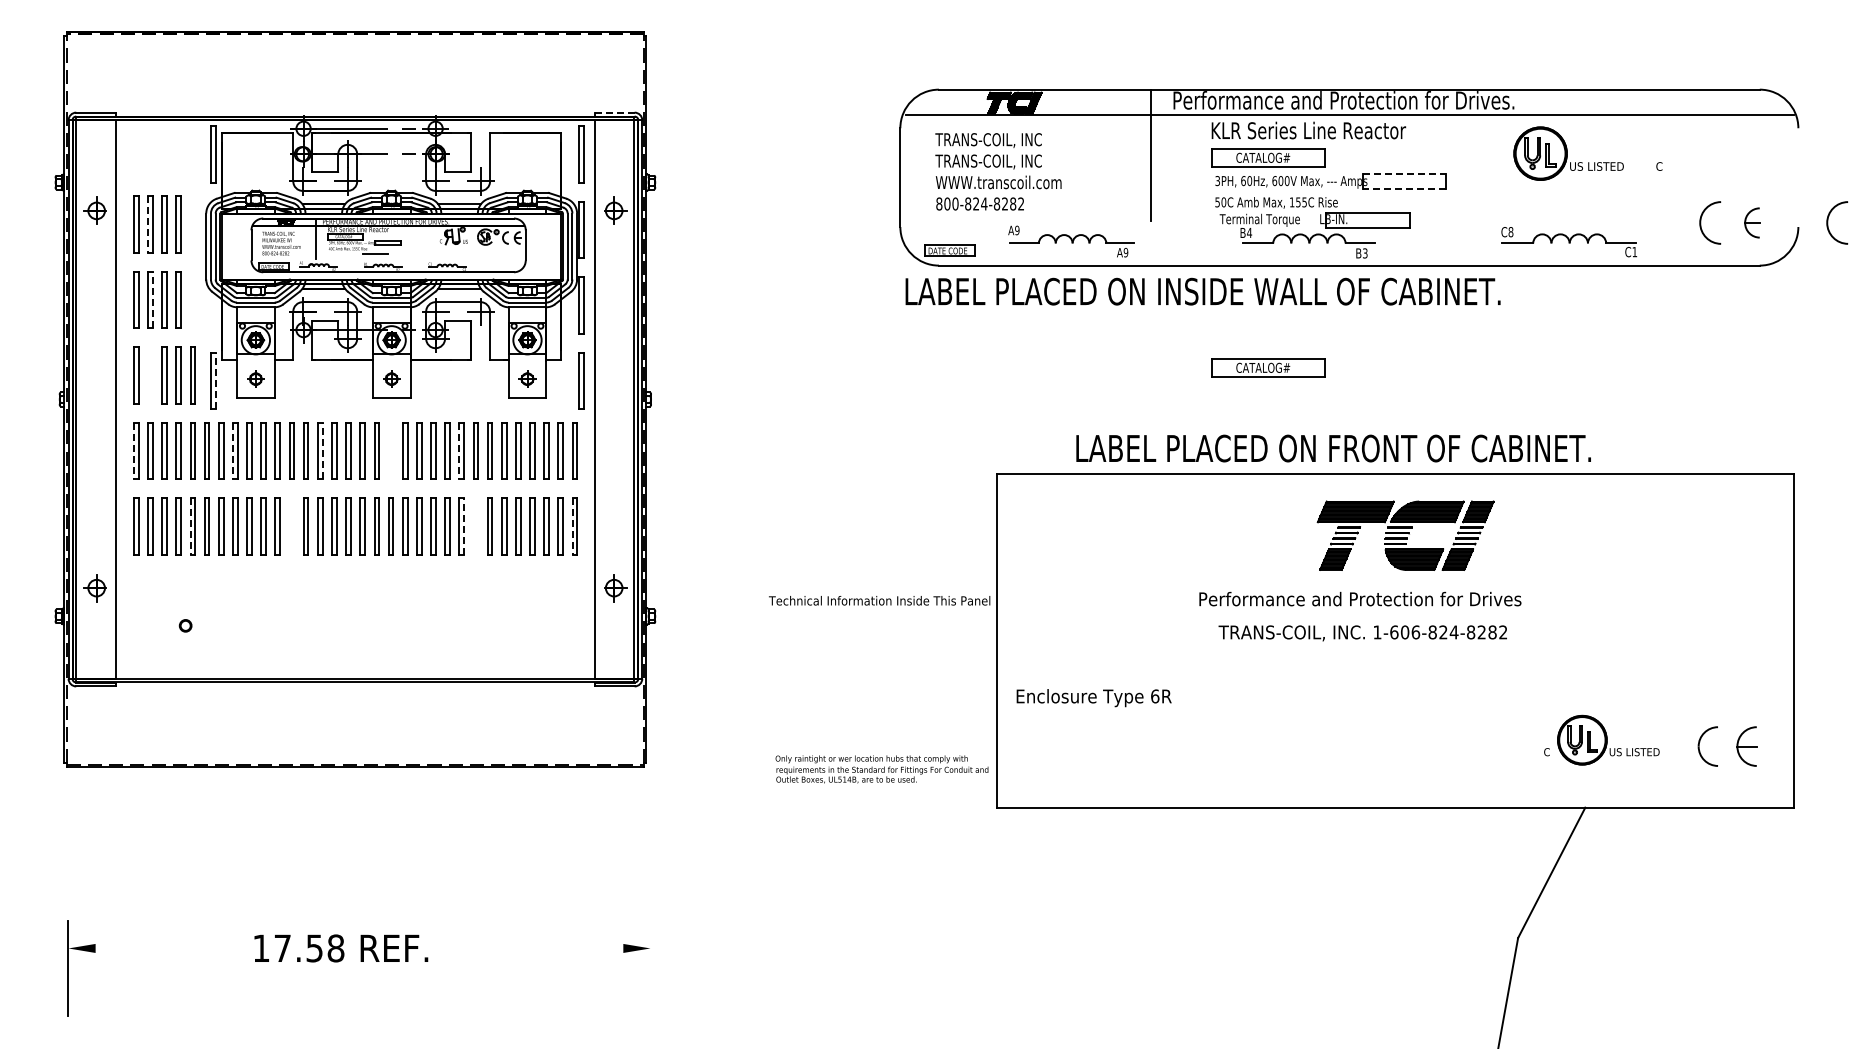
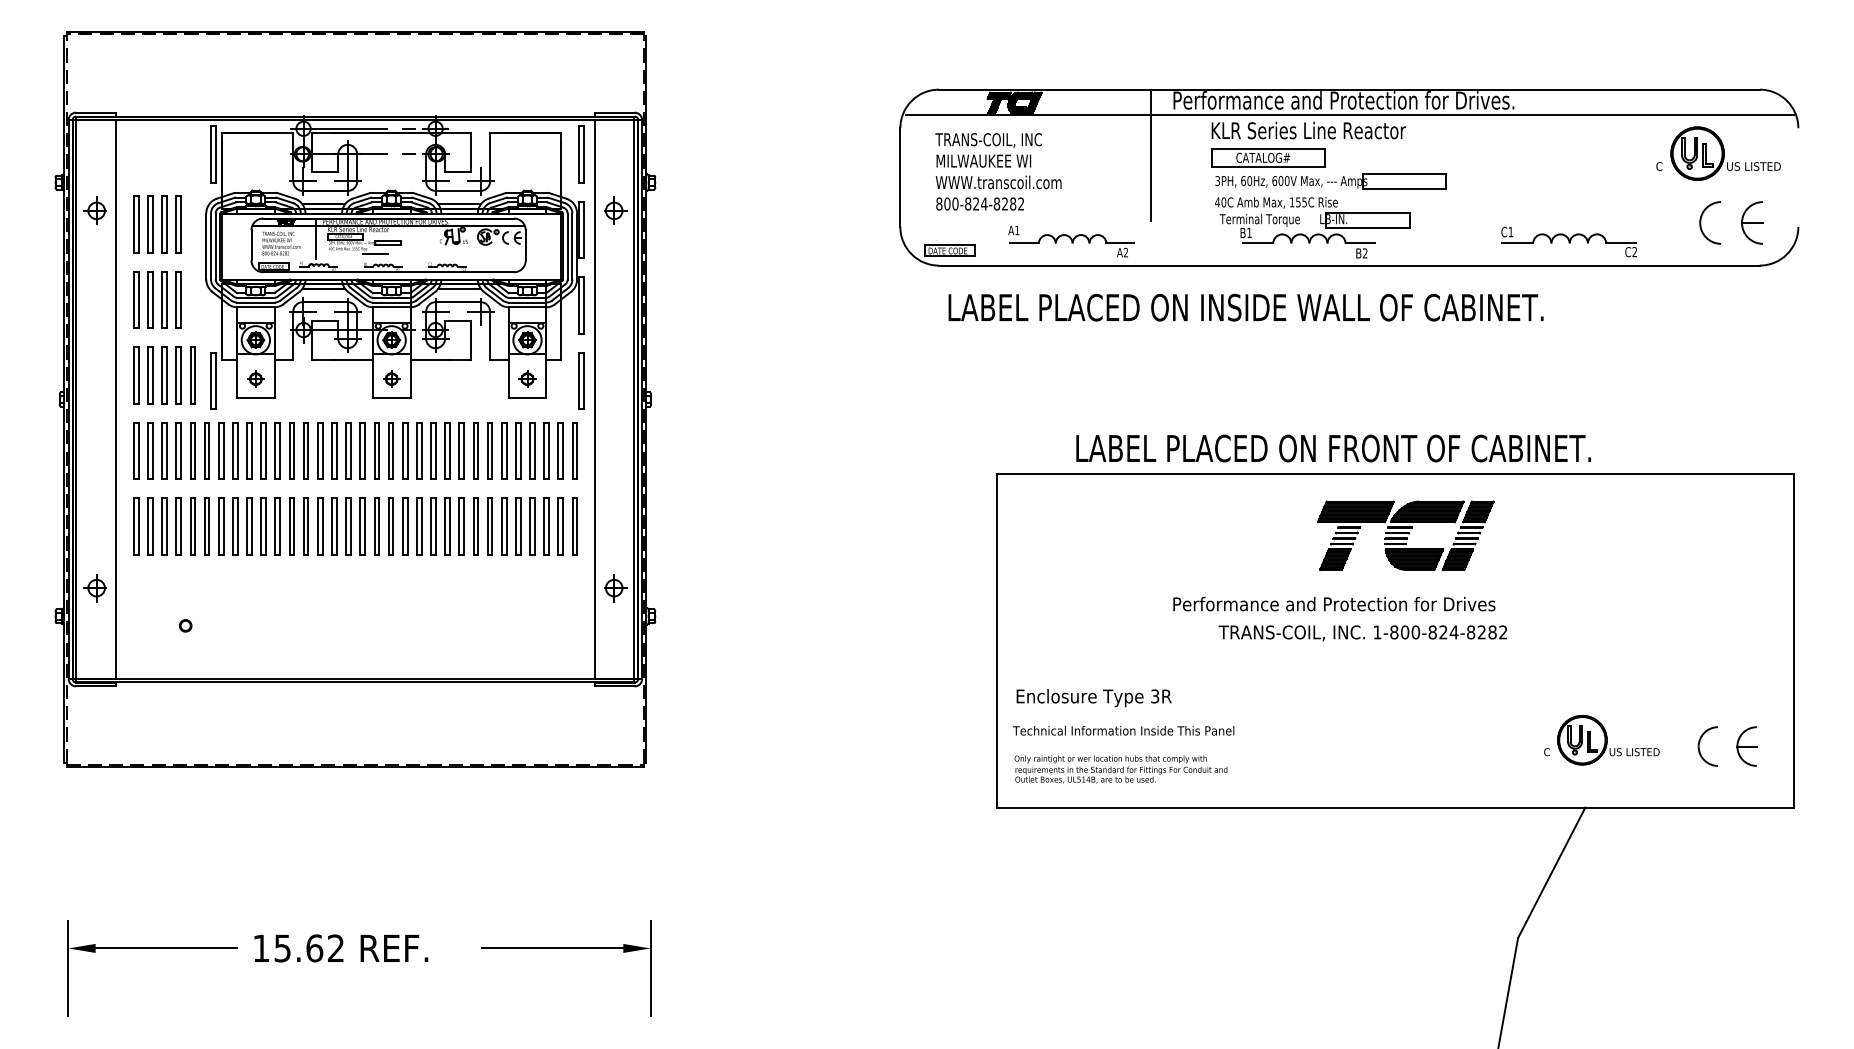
line at (614, 112): dashed -> solid
part at (1568, 153) position: (1568, 153) -> (1725, 153)
text at (988, 161): TRANS-COIL, INC -> MILWAUKEE WI
line at (1404, 174): dashed -> solid
line at (1404, 189): dashed -> solid
text at (1217, 202): 50C -> 40C
part at (1752, 222) size: 17x32 px -> 23x44 px
part at (1828, 222): present -> none
line at (148, 225): dashed -> solid
text at (1017, 230): A9 -> A1
text at (1249, 232): B4 -> B1
text at (1510, 232): C8 -> C1
text at (1634, 251): C1 -> C2
text at (1125, 252): A9 -> A2
text at (1365, 253): B3 -> B2
text at (1202, 291) position: (1202, 291) -> (1245, 307)
line at (152, 299): dashed -> solid
part at (1268, 367): present -> none
part at (150, 375): none -> present
line at (216, 380): dashed -> solid
line at (322, 450): dashed -> solid
part at (390, 450): none -> present
line at (133, 451): dashed -> solid
line at (233, 451): dashed -> solid
line at (459, 451): dashed -> solid
line at (464, 525): dashed -> solid
line at (190, 526): dashed -> solid
part at (291, 526): none -> present
part at (475, 526): none -> present
line at (572, 526): dashed -> solid
text at (1360, 598) position: (1360, 598) -> (1334, 603)
text at (879, 600) position: (879, 600) -> (1123, 730)
text at (1405, 632): 1-606-824-8282 -> 1-800-824-8282
text at (1155, 696): 6R -> 3R
text at (881, 769) position: (881, 769) -> (1120, 769)
line at (166, 948): none -> present
text at (309, 948): 17.58 -> 15.62
line at (552, 948): none -> present
line at (650, 968): none -> present
